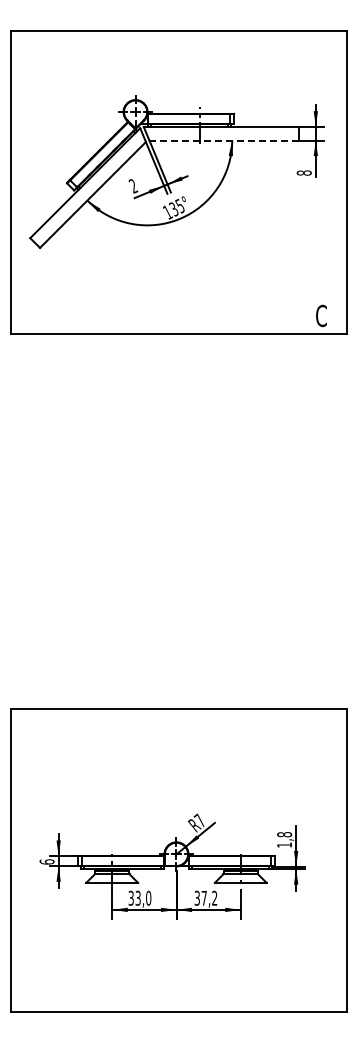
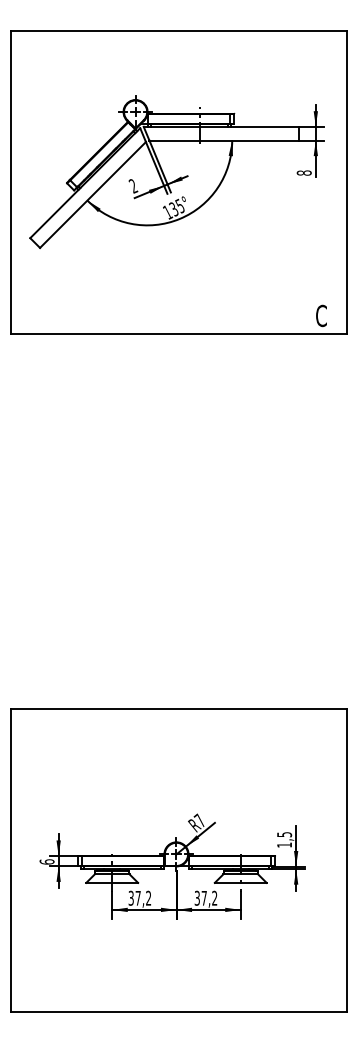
line at (224, 140): dashed -> solid
text at (284, 834): 1,8 -> 1,5
text at (143, 897): 33,0 -> 37,2
